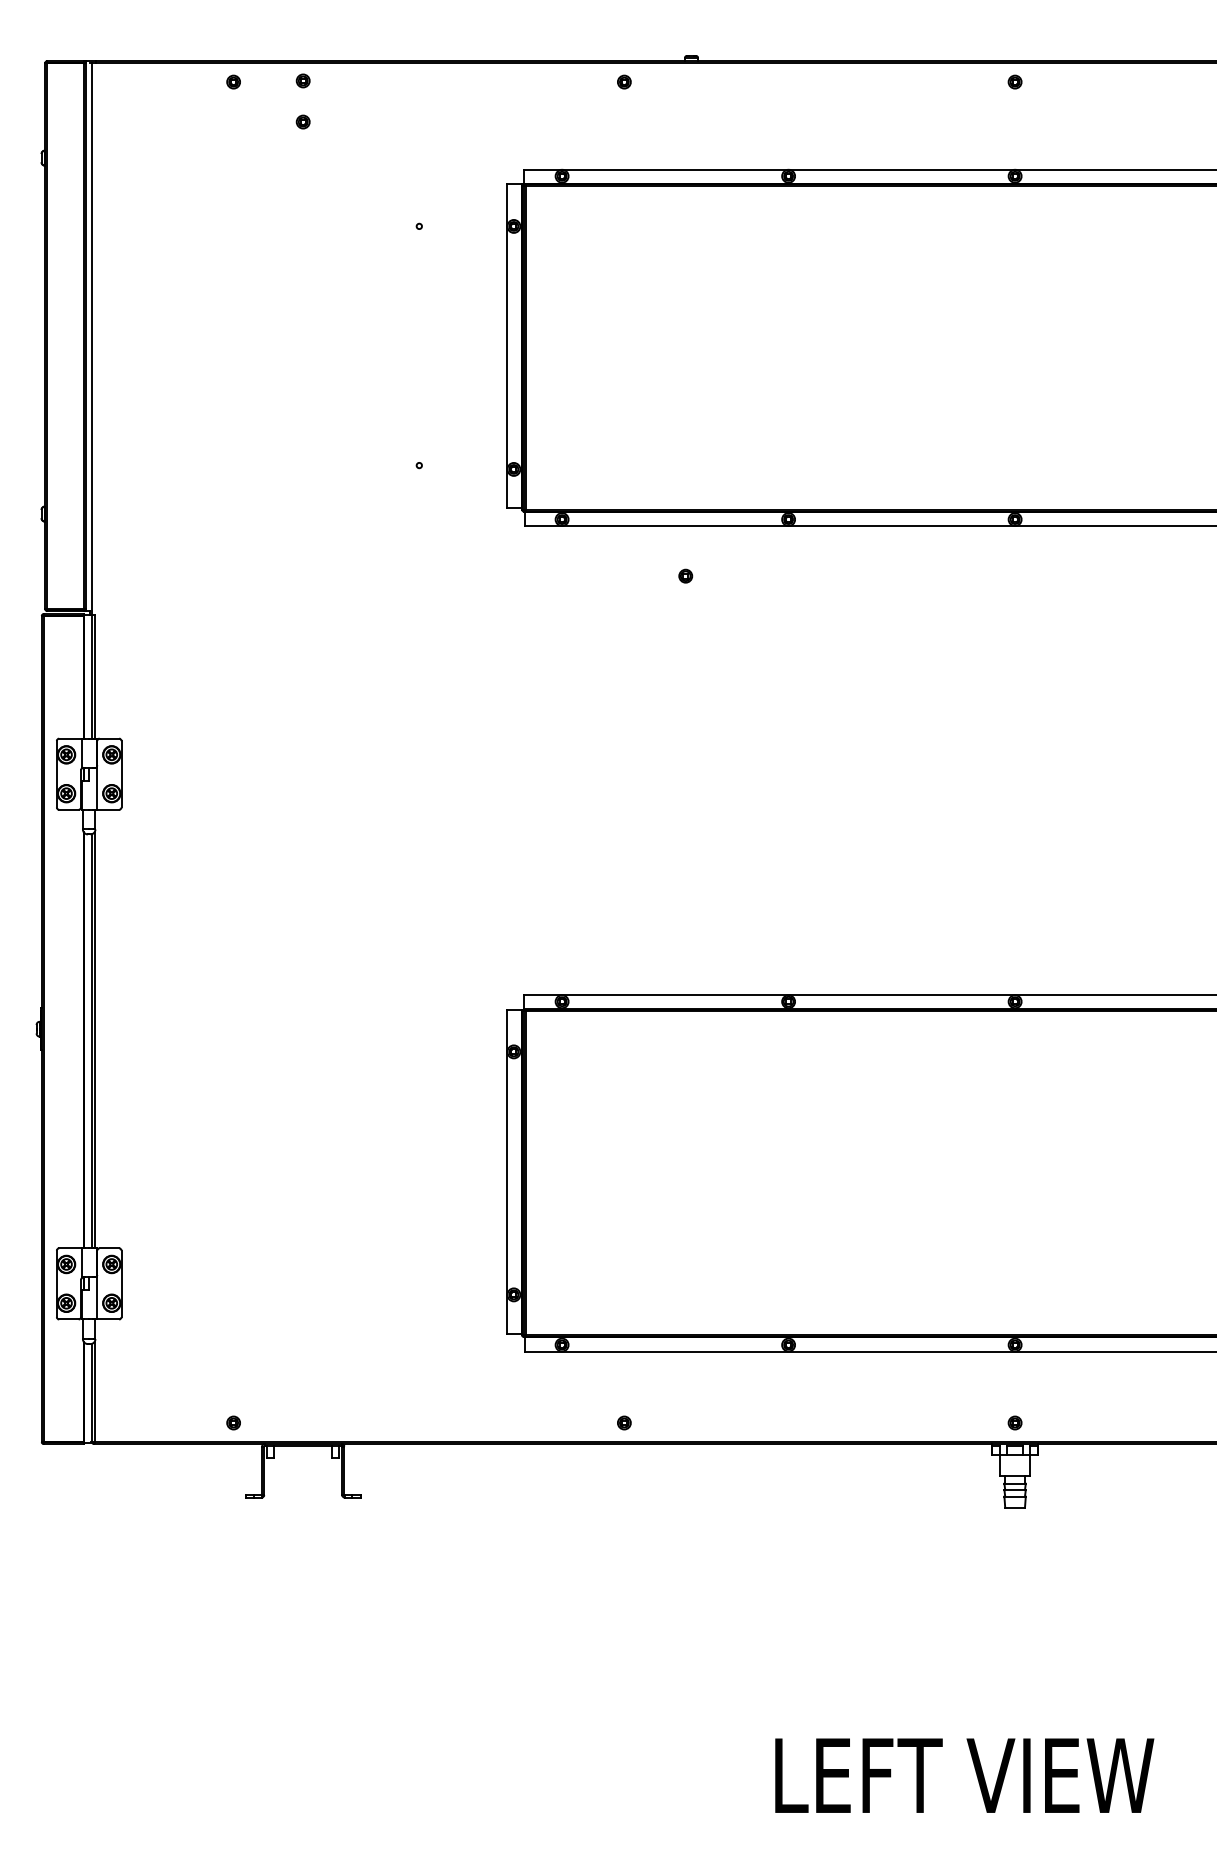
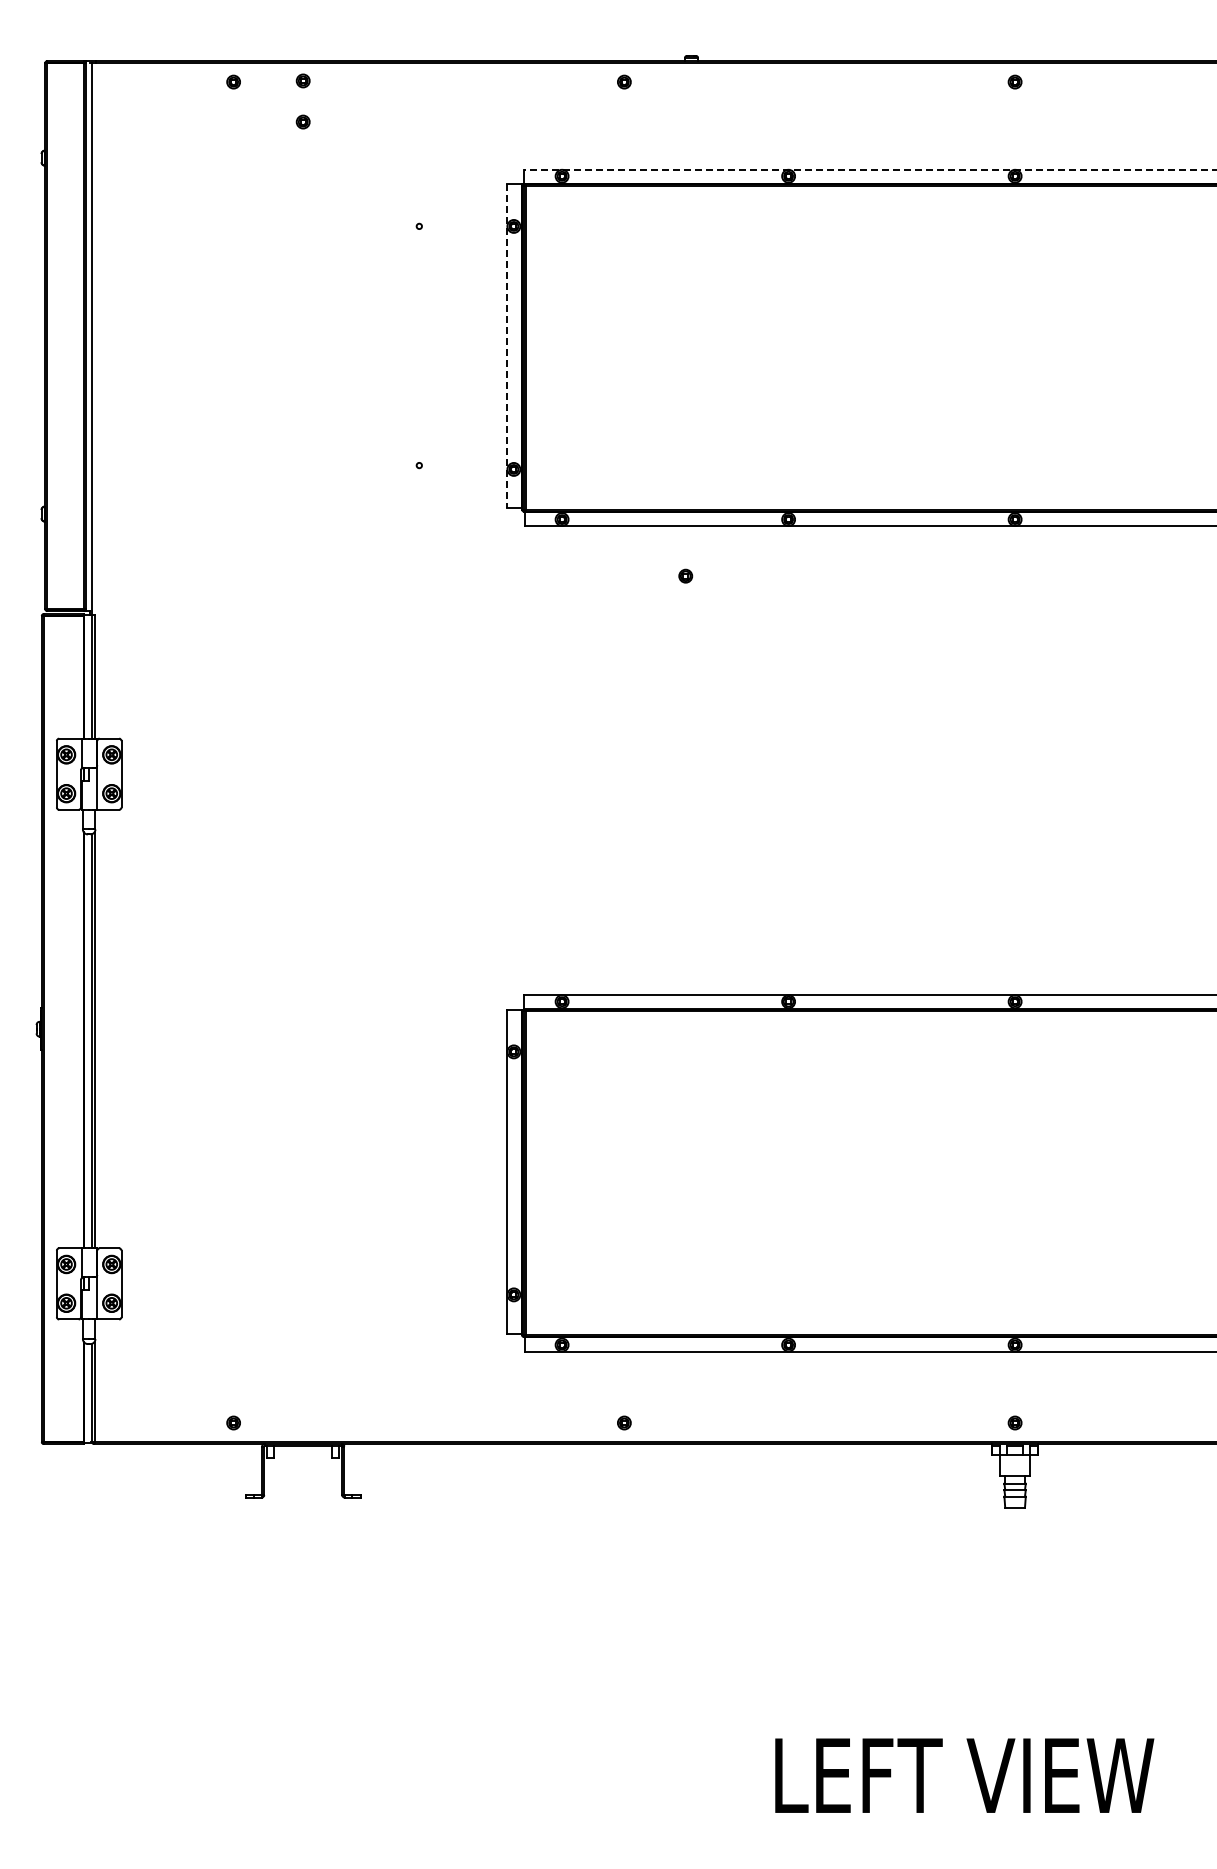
line at (869, 169): solid -> dashed
line at (507, 346): solid -> dashed
